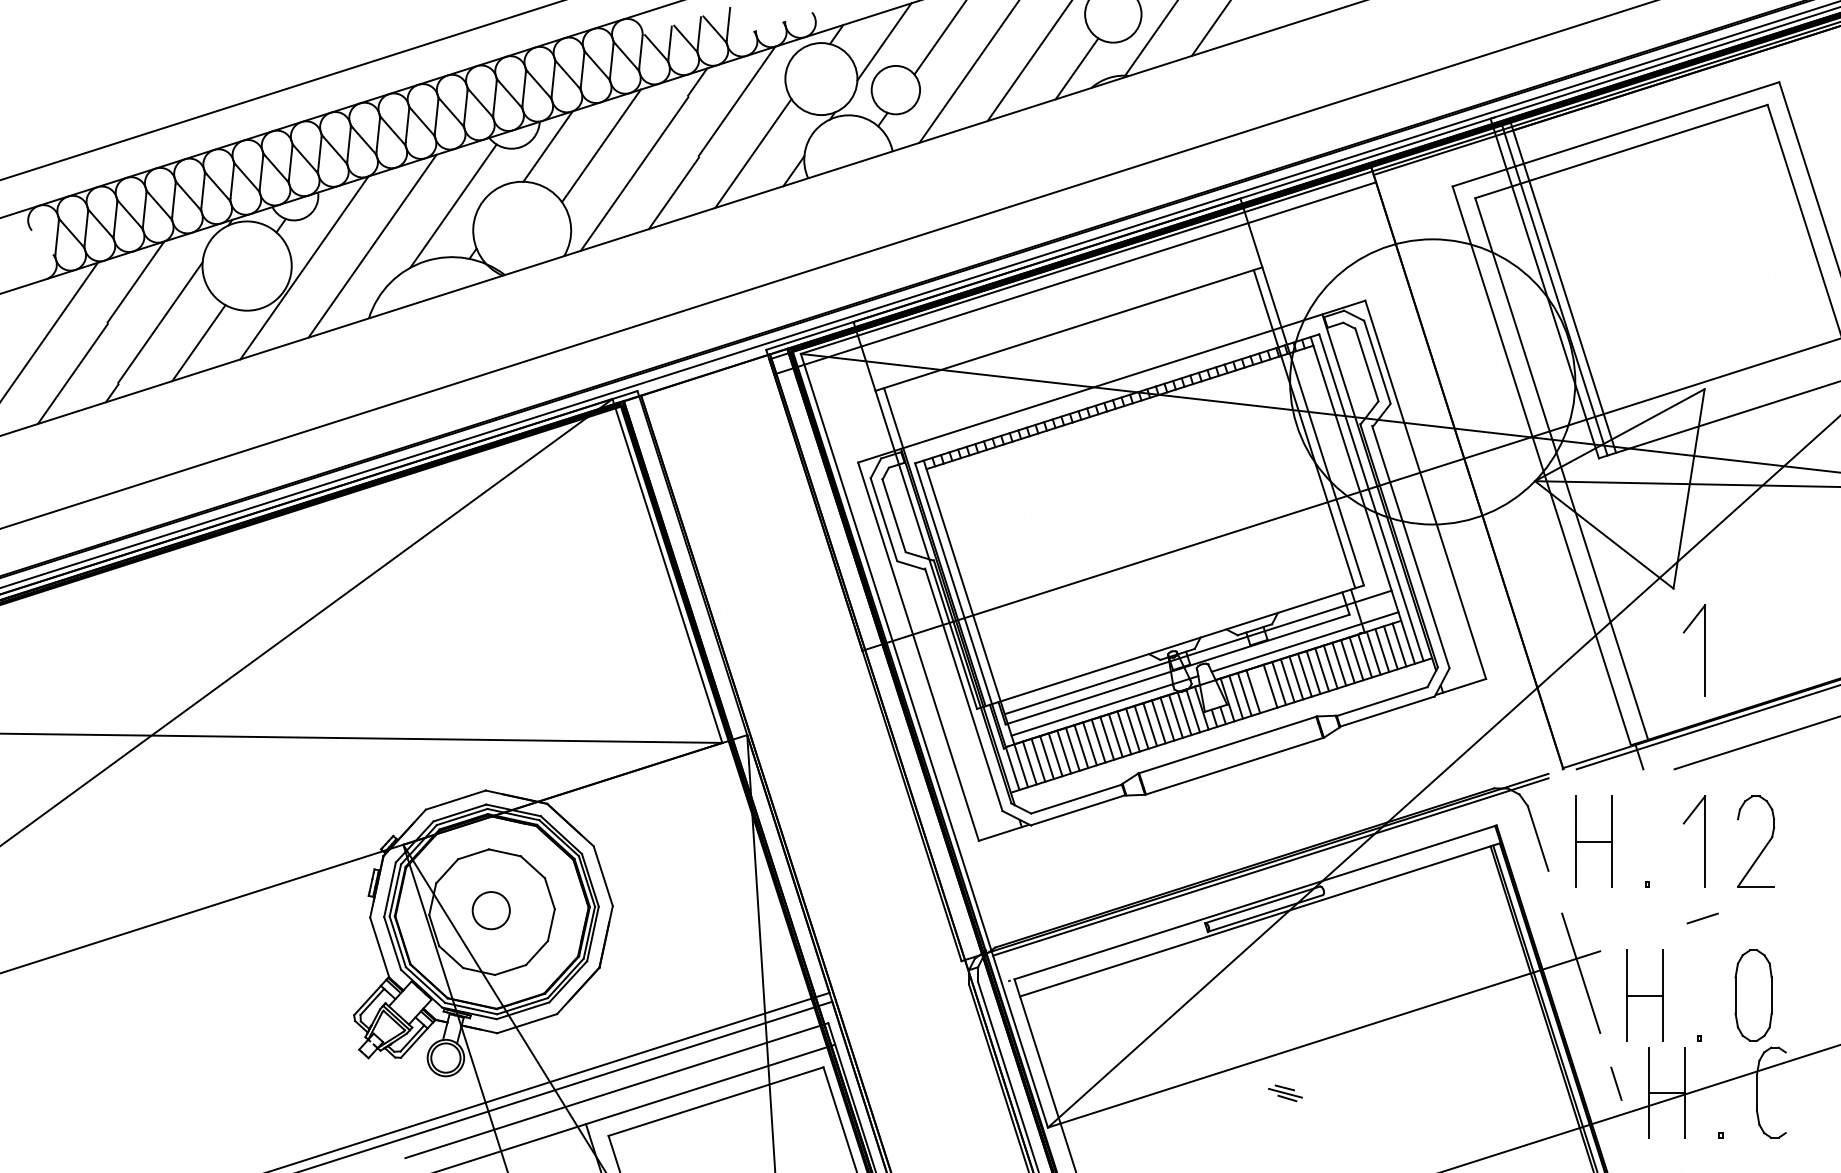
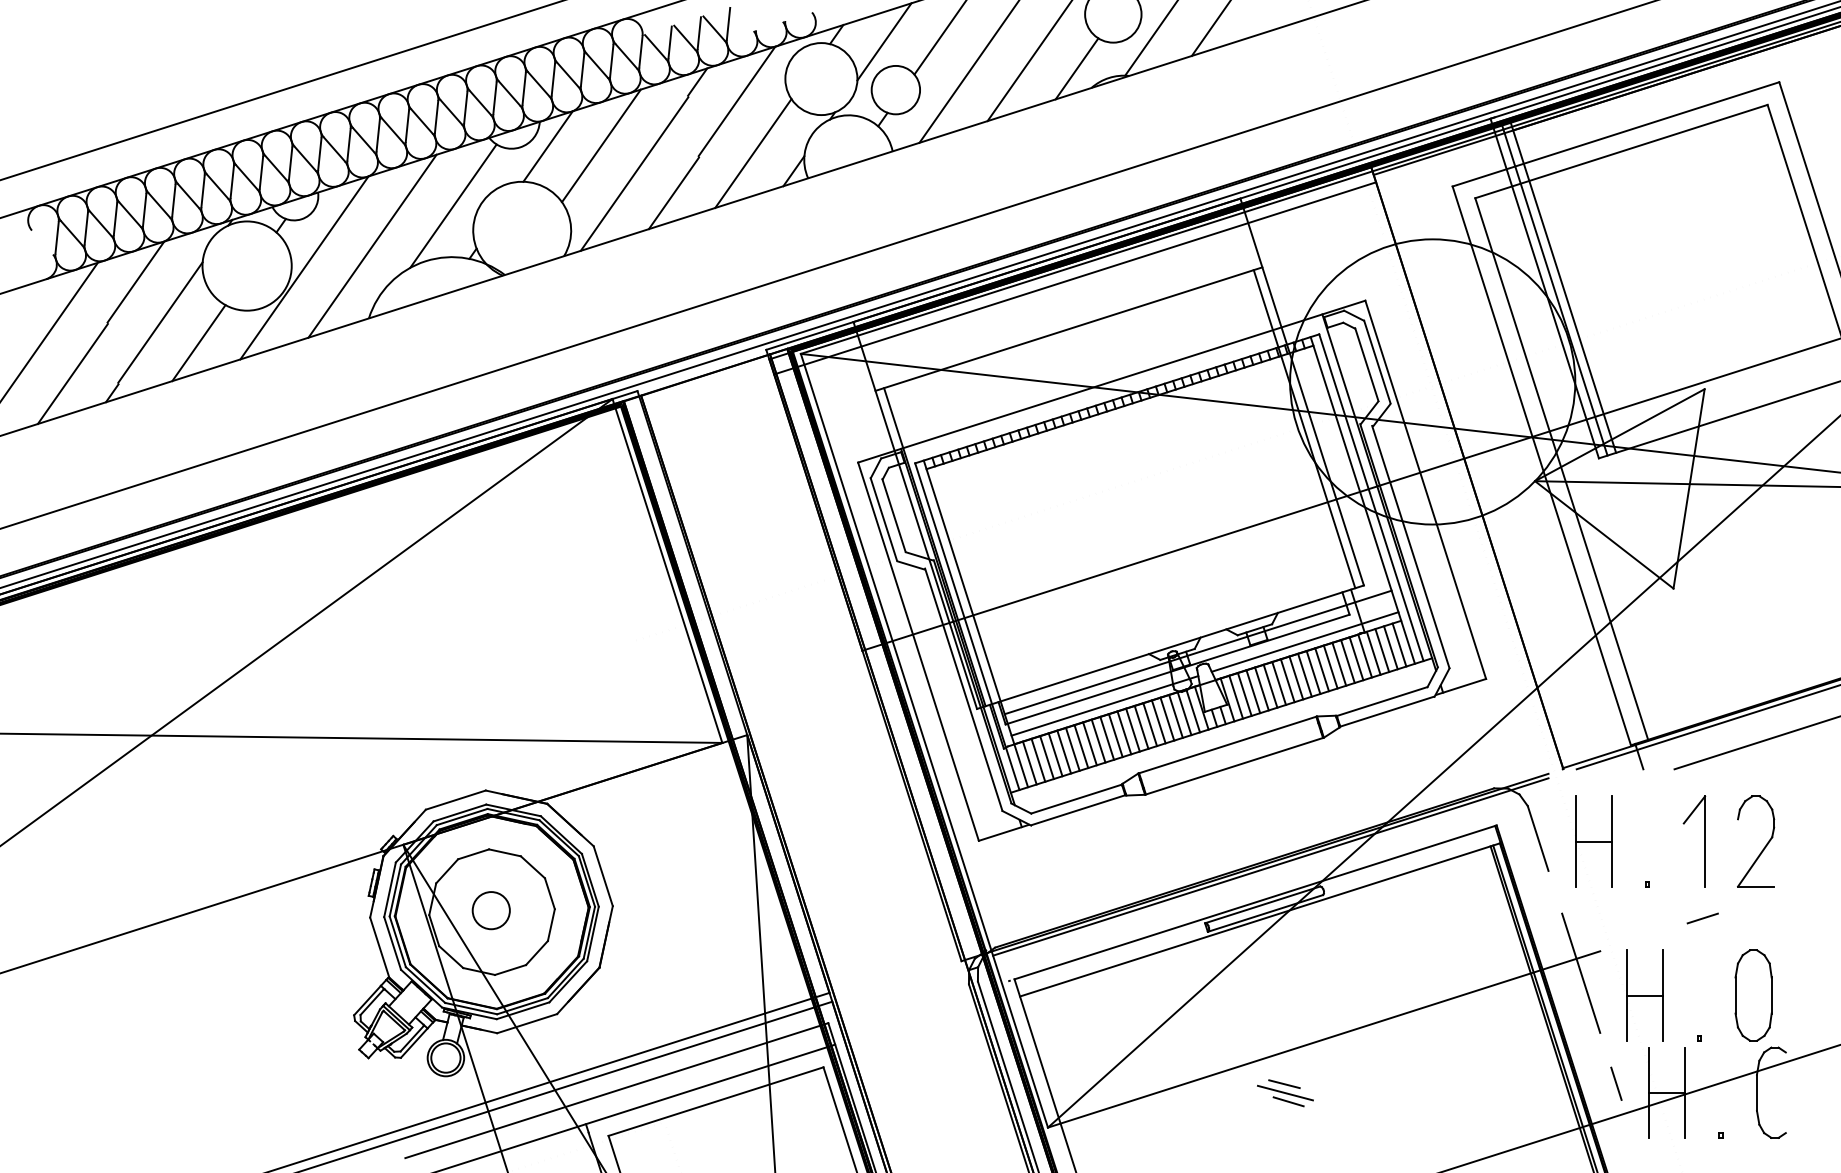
part at (1704, 650): present -> none
line at (1261, 688): none -> present
part at (1285, 1093) size: 35x19 px -> 57x29 px
